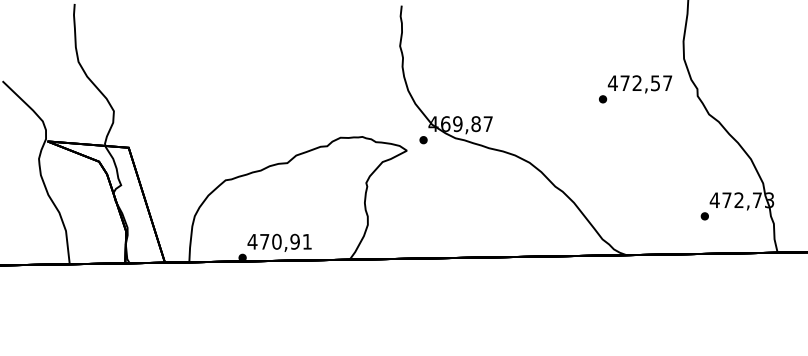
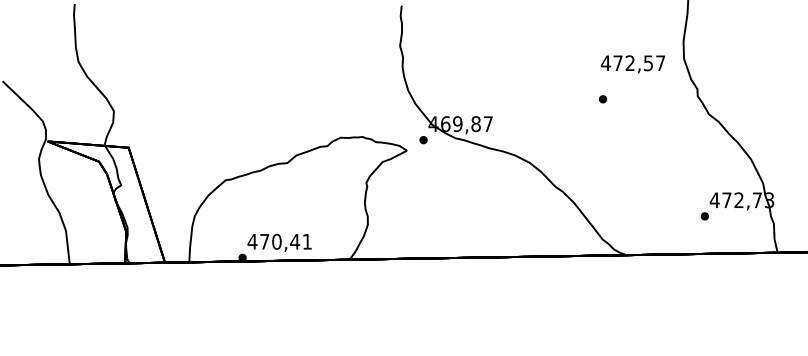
text at (639, 84) position: (639, 84) -> (632, 64)
text at (295, 241): 470,91 -> 470,41
